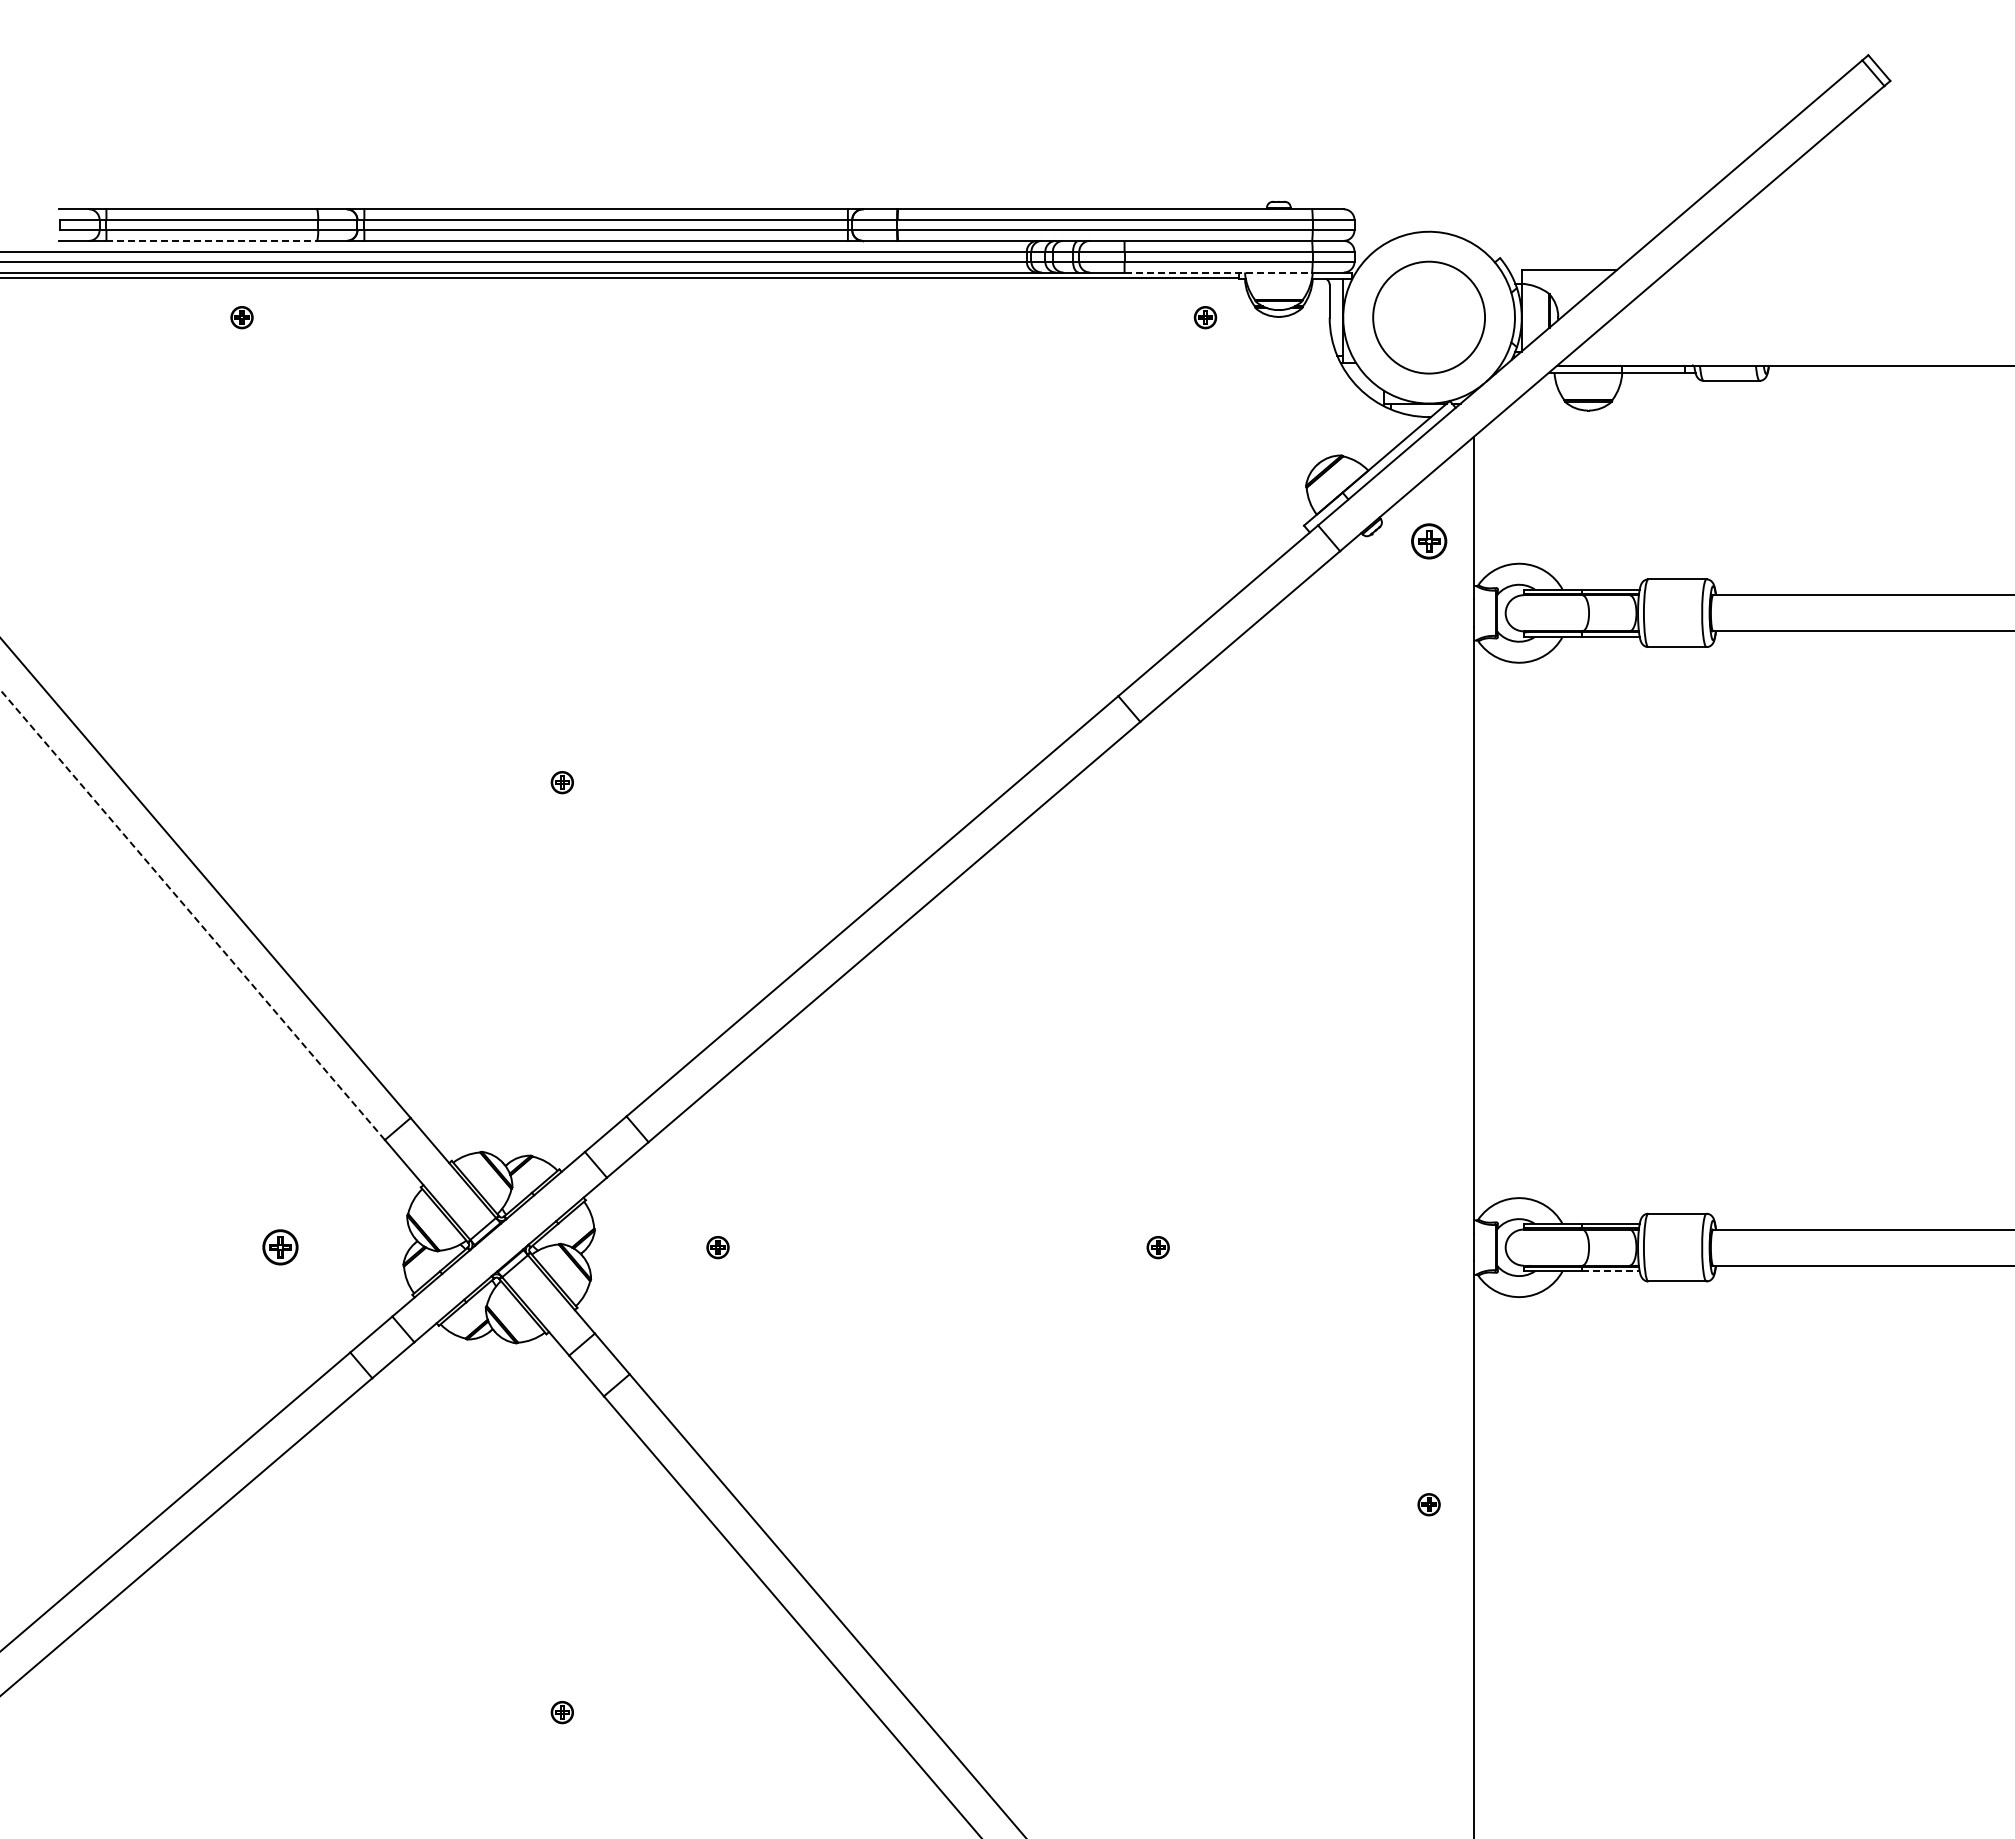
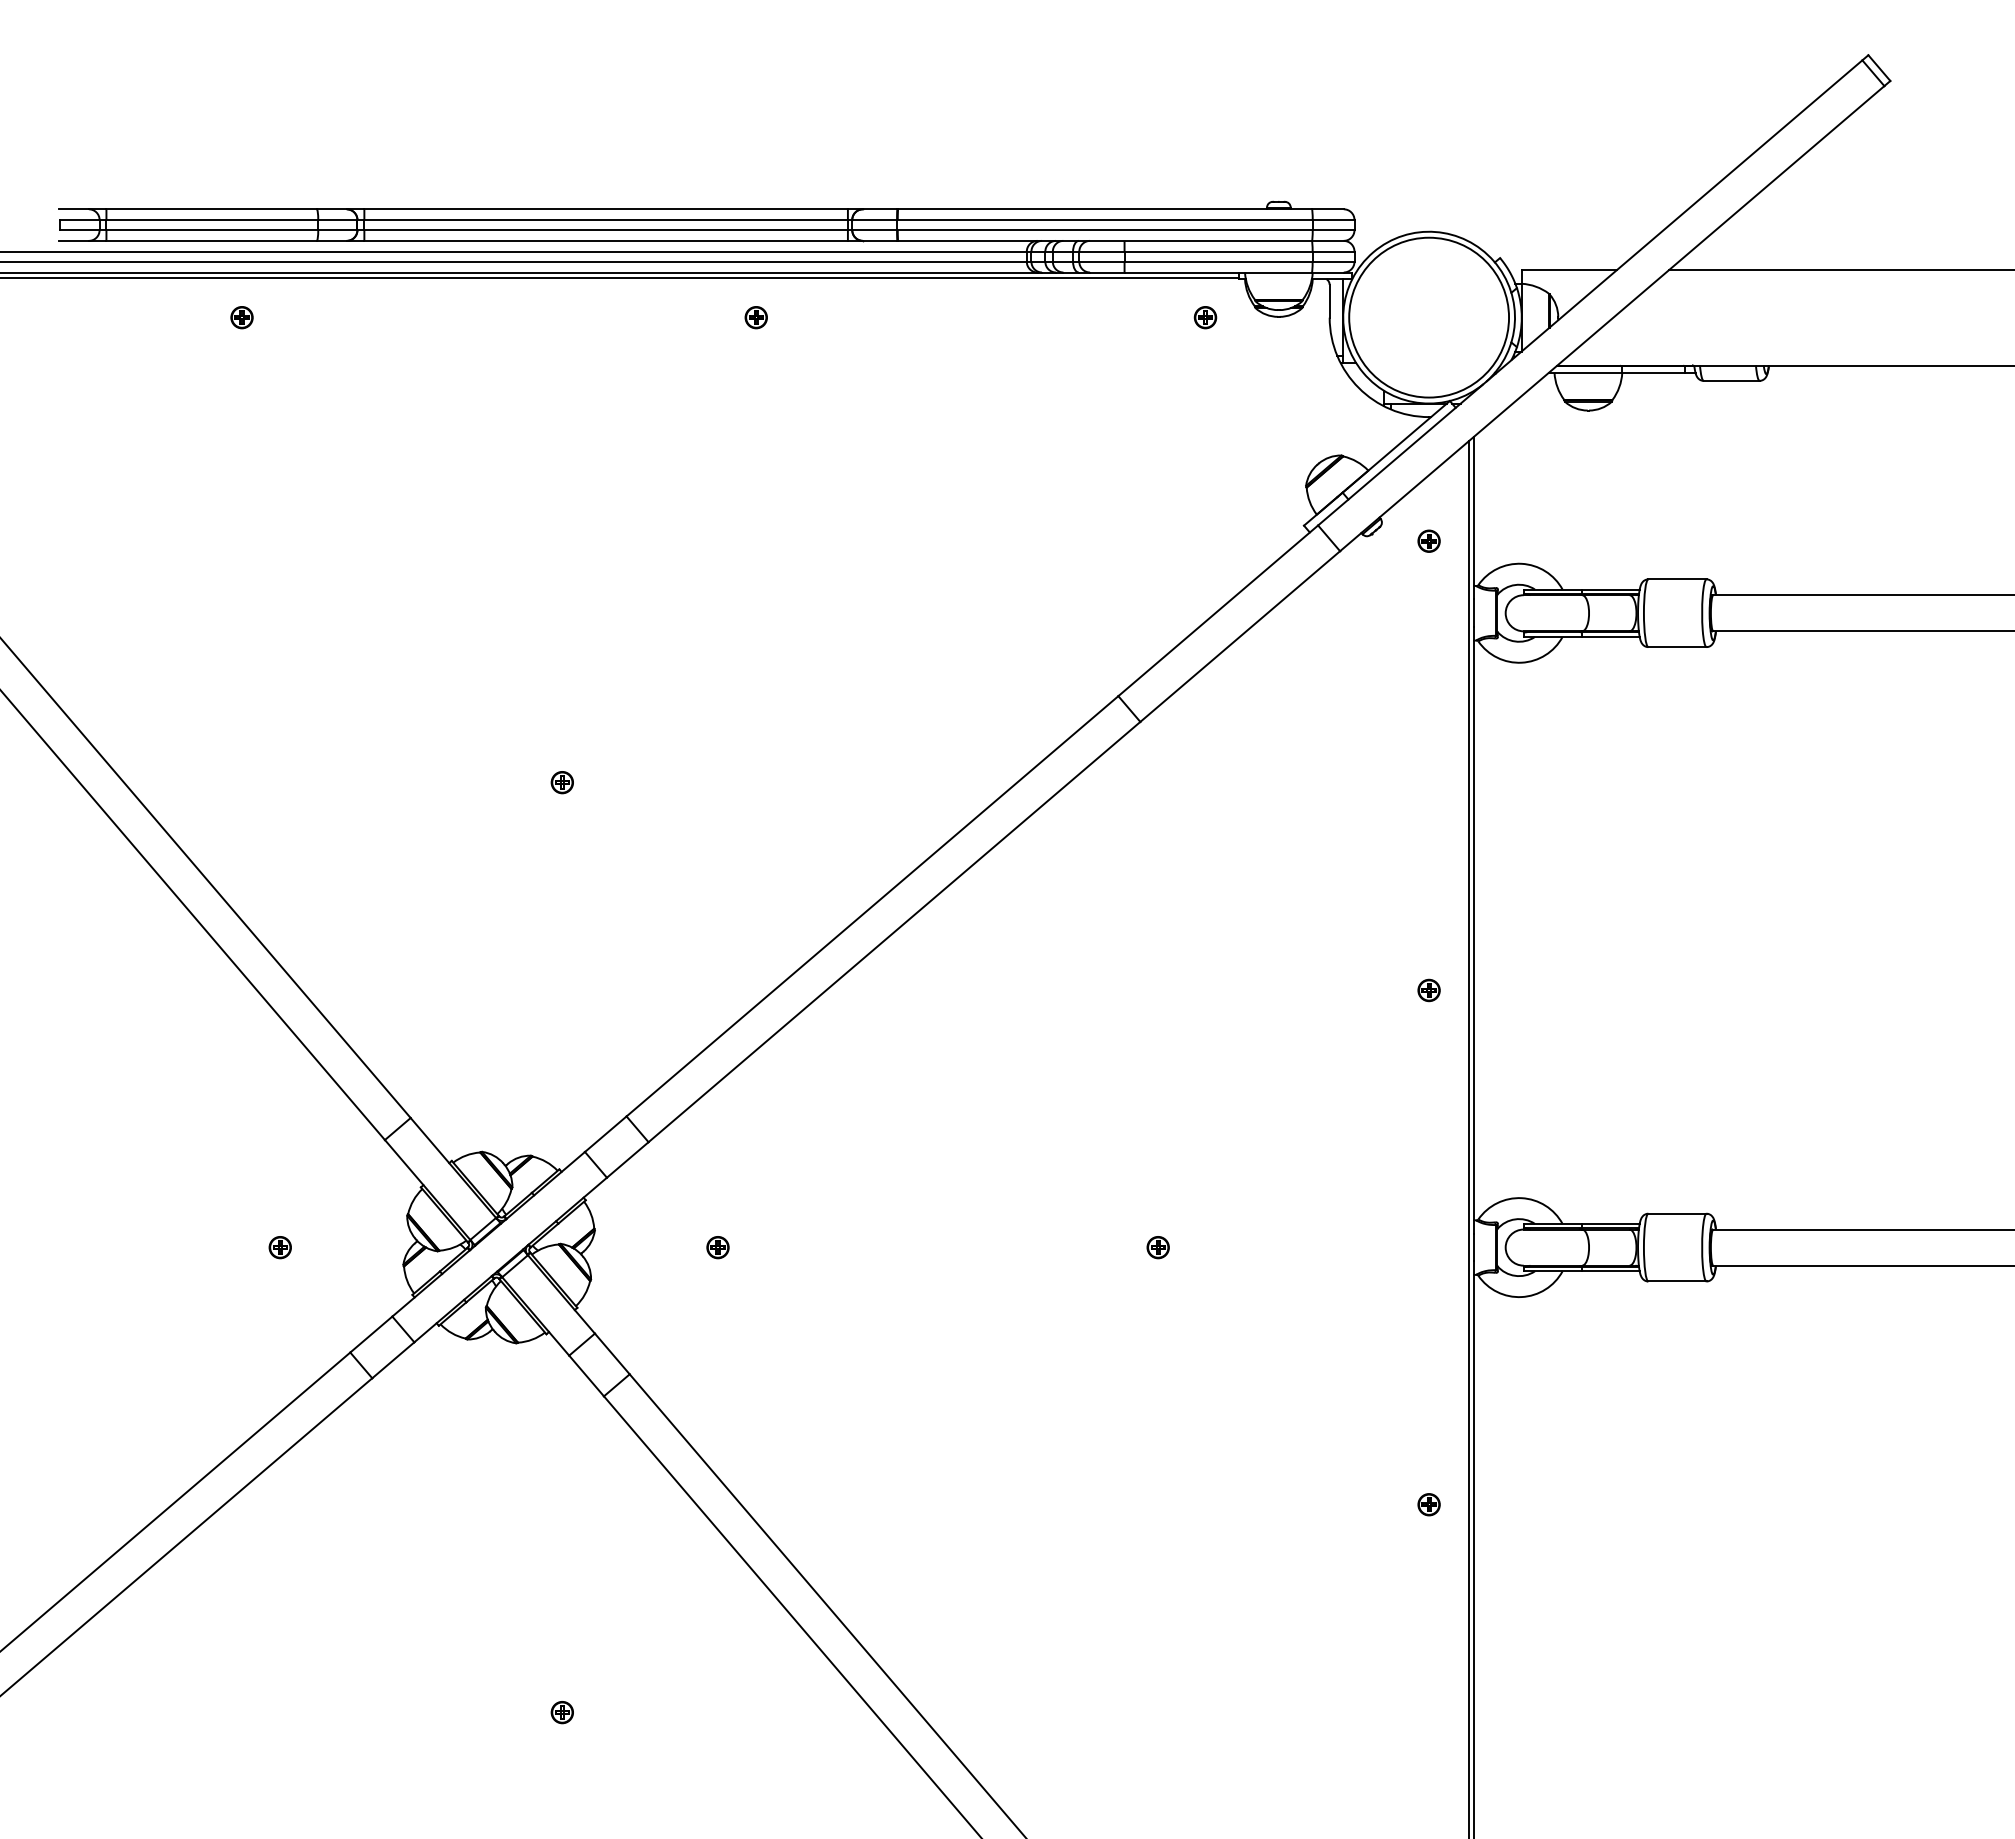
line at (212, 240): dashed -> solid
line at (1840, 269): none -> present
line at (1218, 272): dashed -> solid
part at (755, 317): none -> present
circle at (1429, 317) diameter: 112 px -> 160 px
part at (1429, 541) size: 37x37 px -> 24x24 px
line at (192, 915): dashed -> solid
part at (1428, 990): none -> present
line at (1468, 1138): none -> present
part at (280, 1247) size: 37x37 px -> 24x24 px
line at (1610, 1271): dashed -> solid
